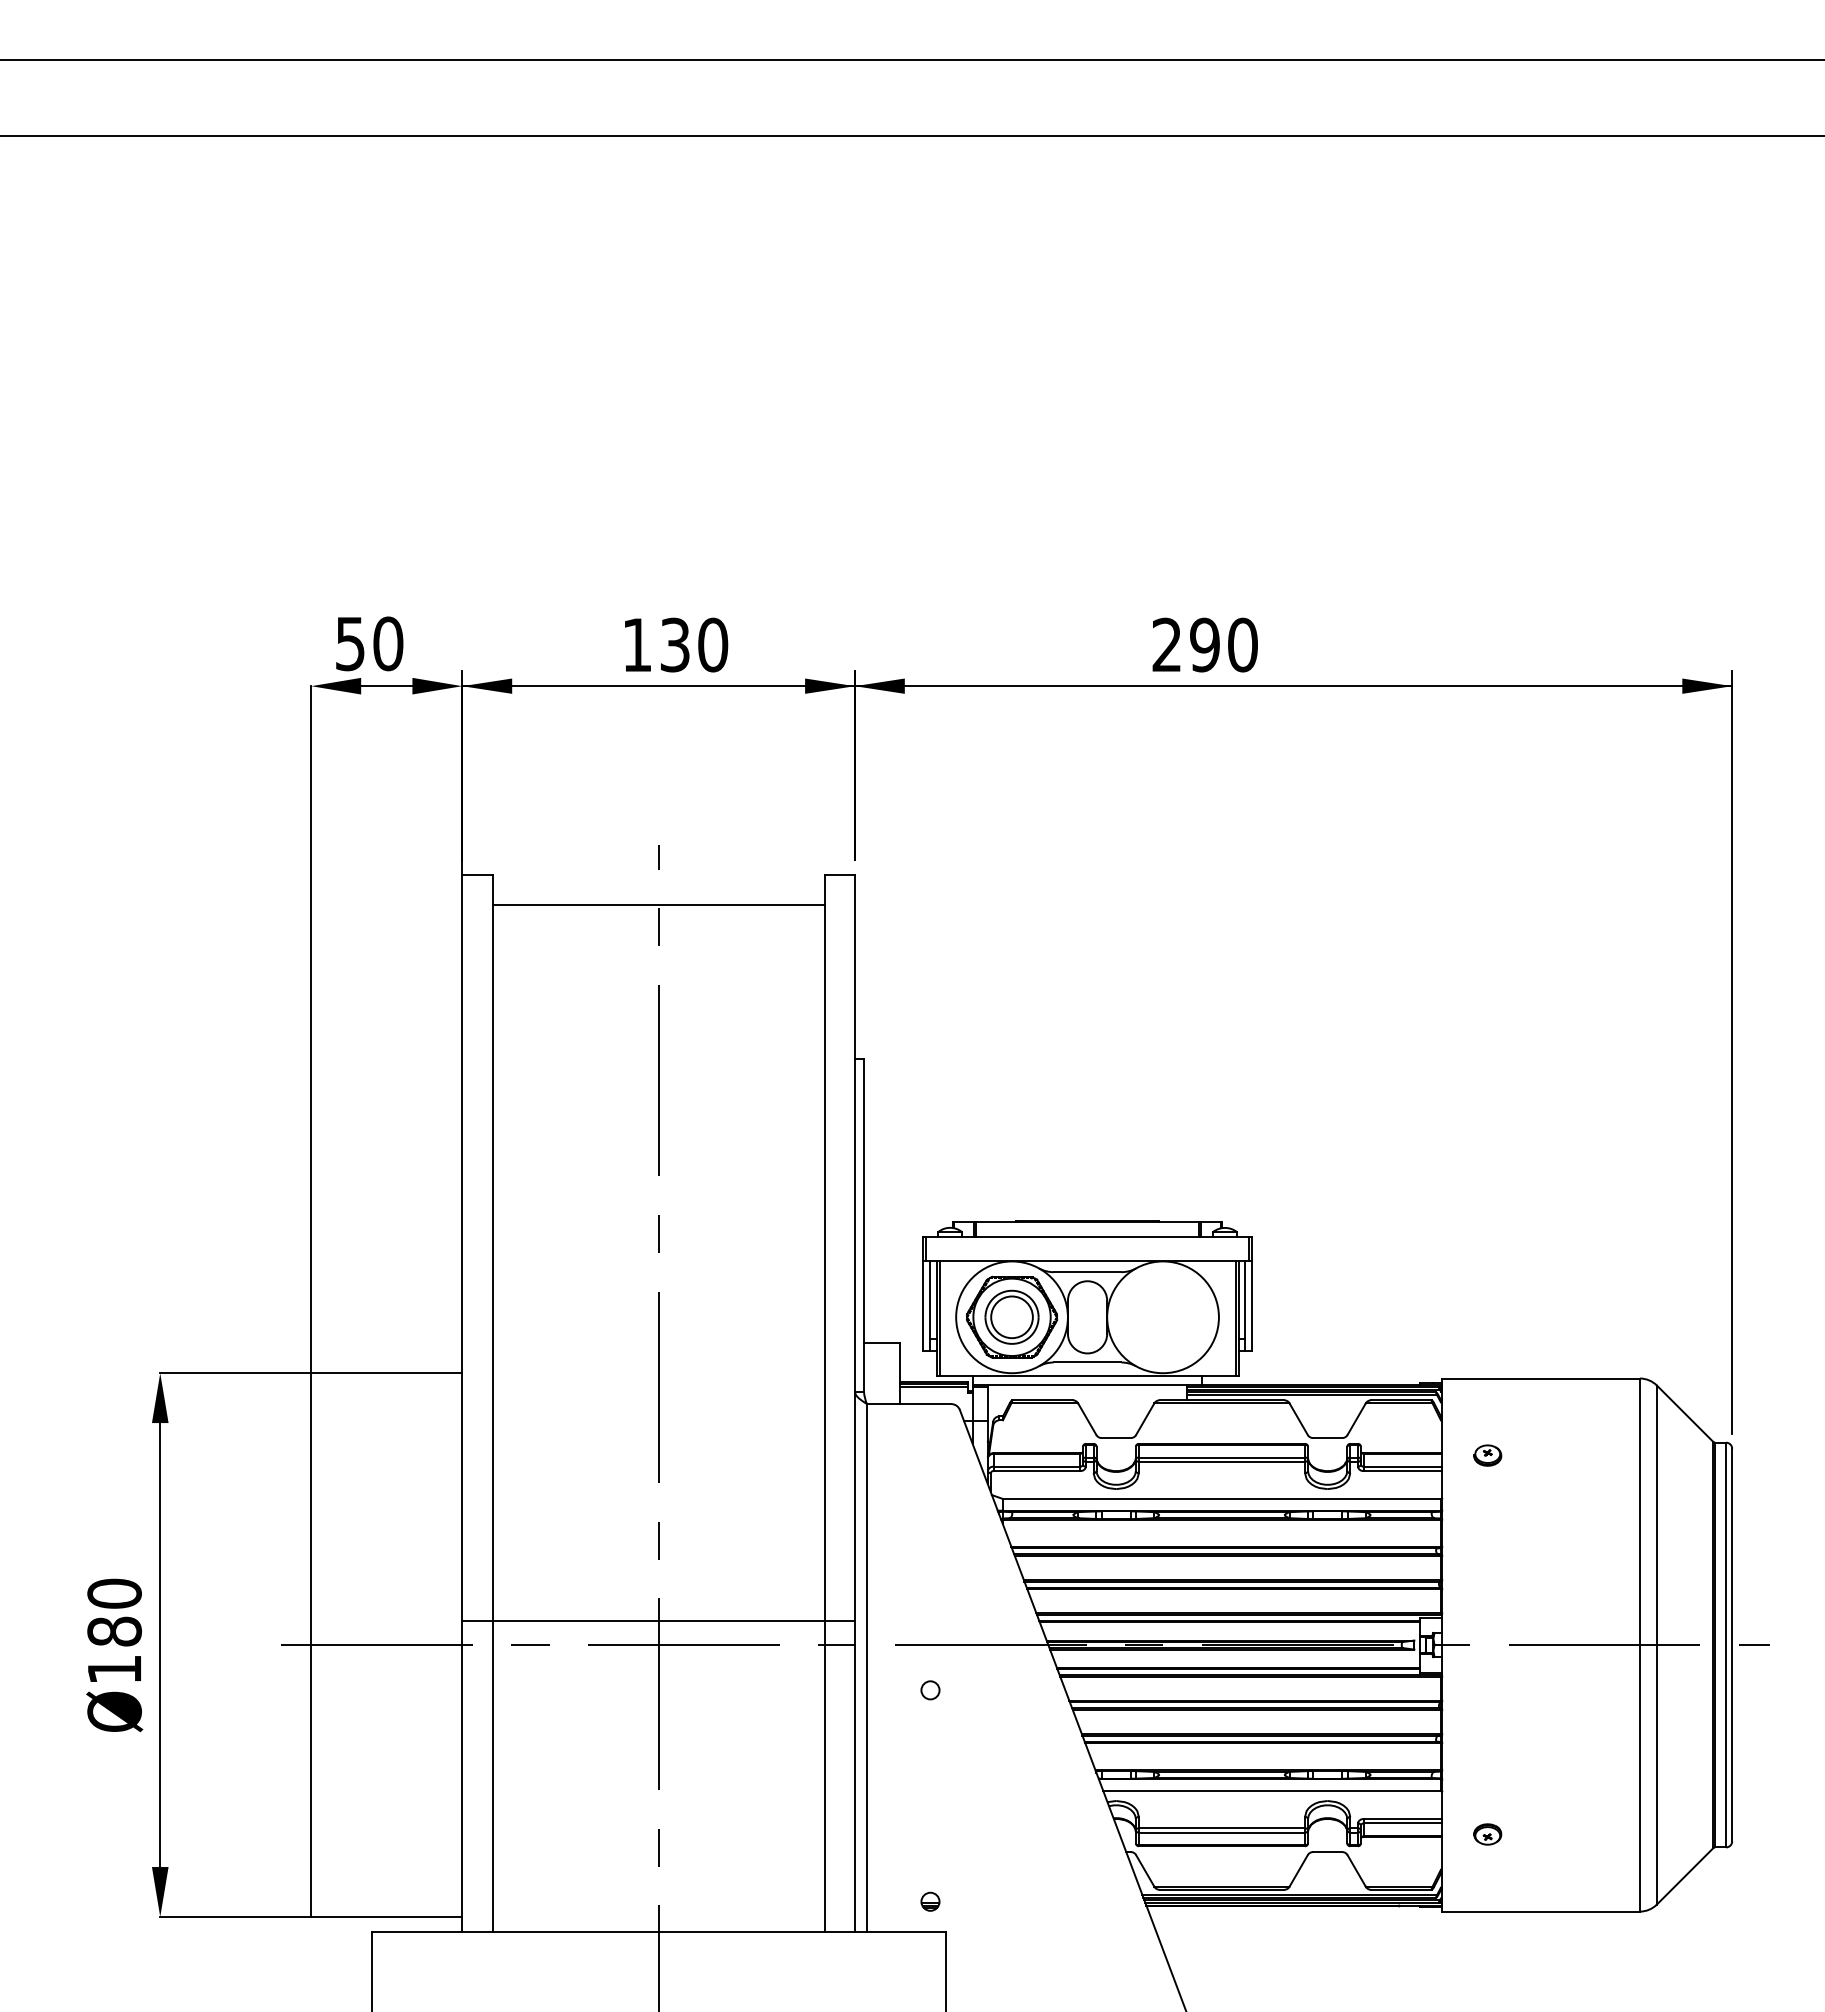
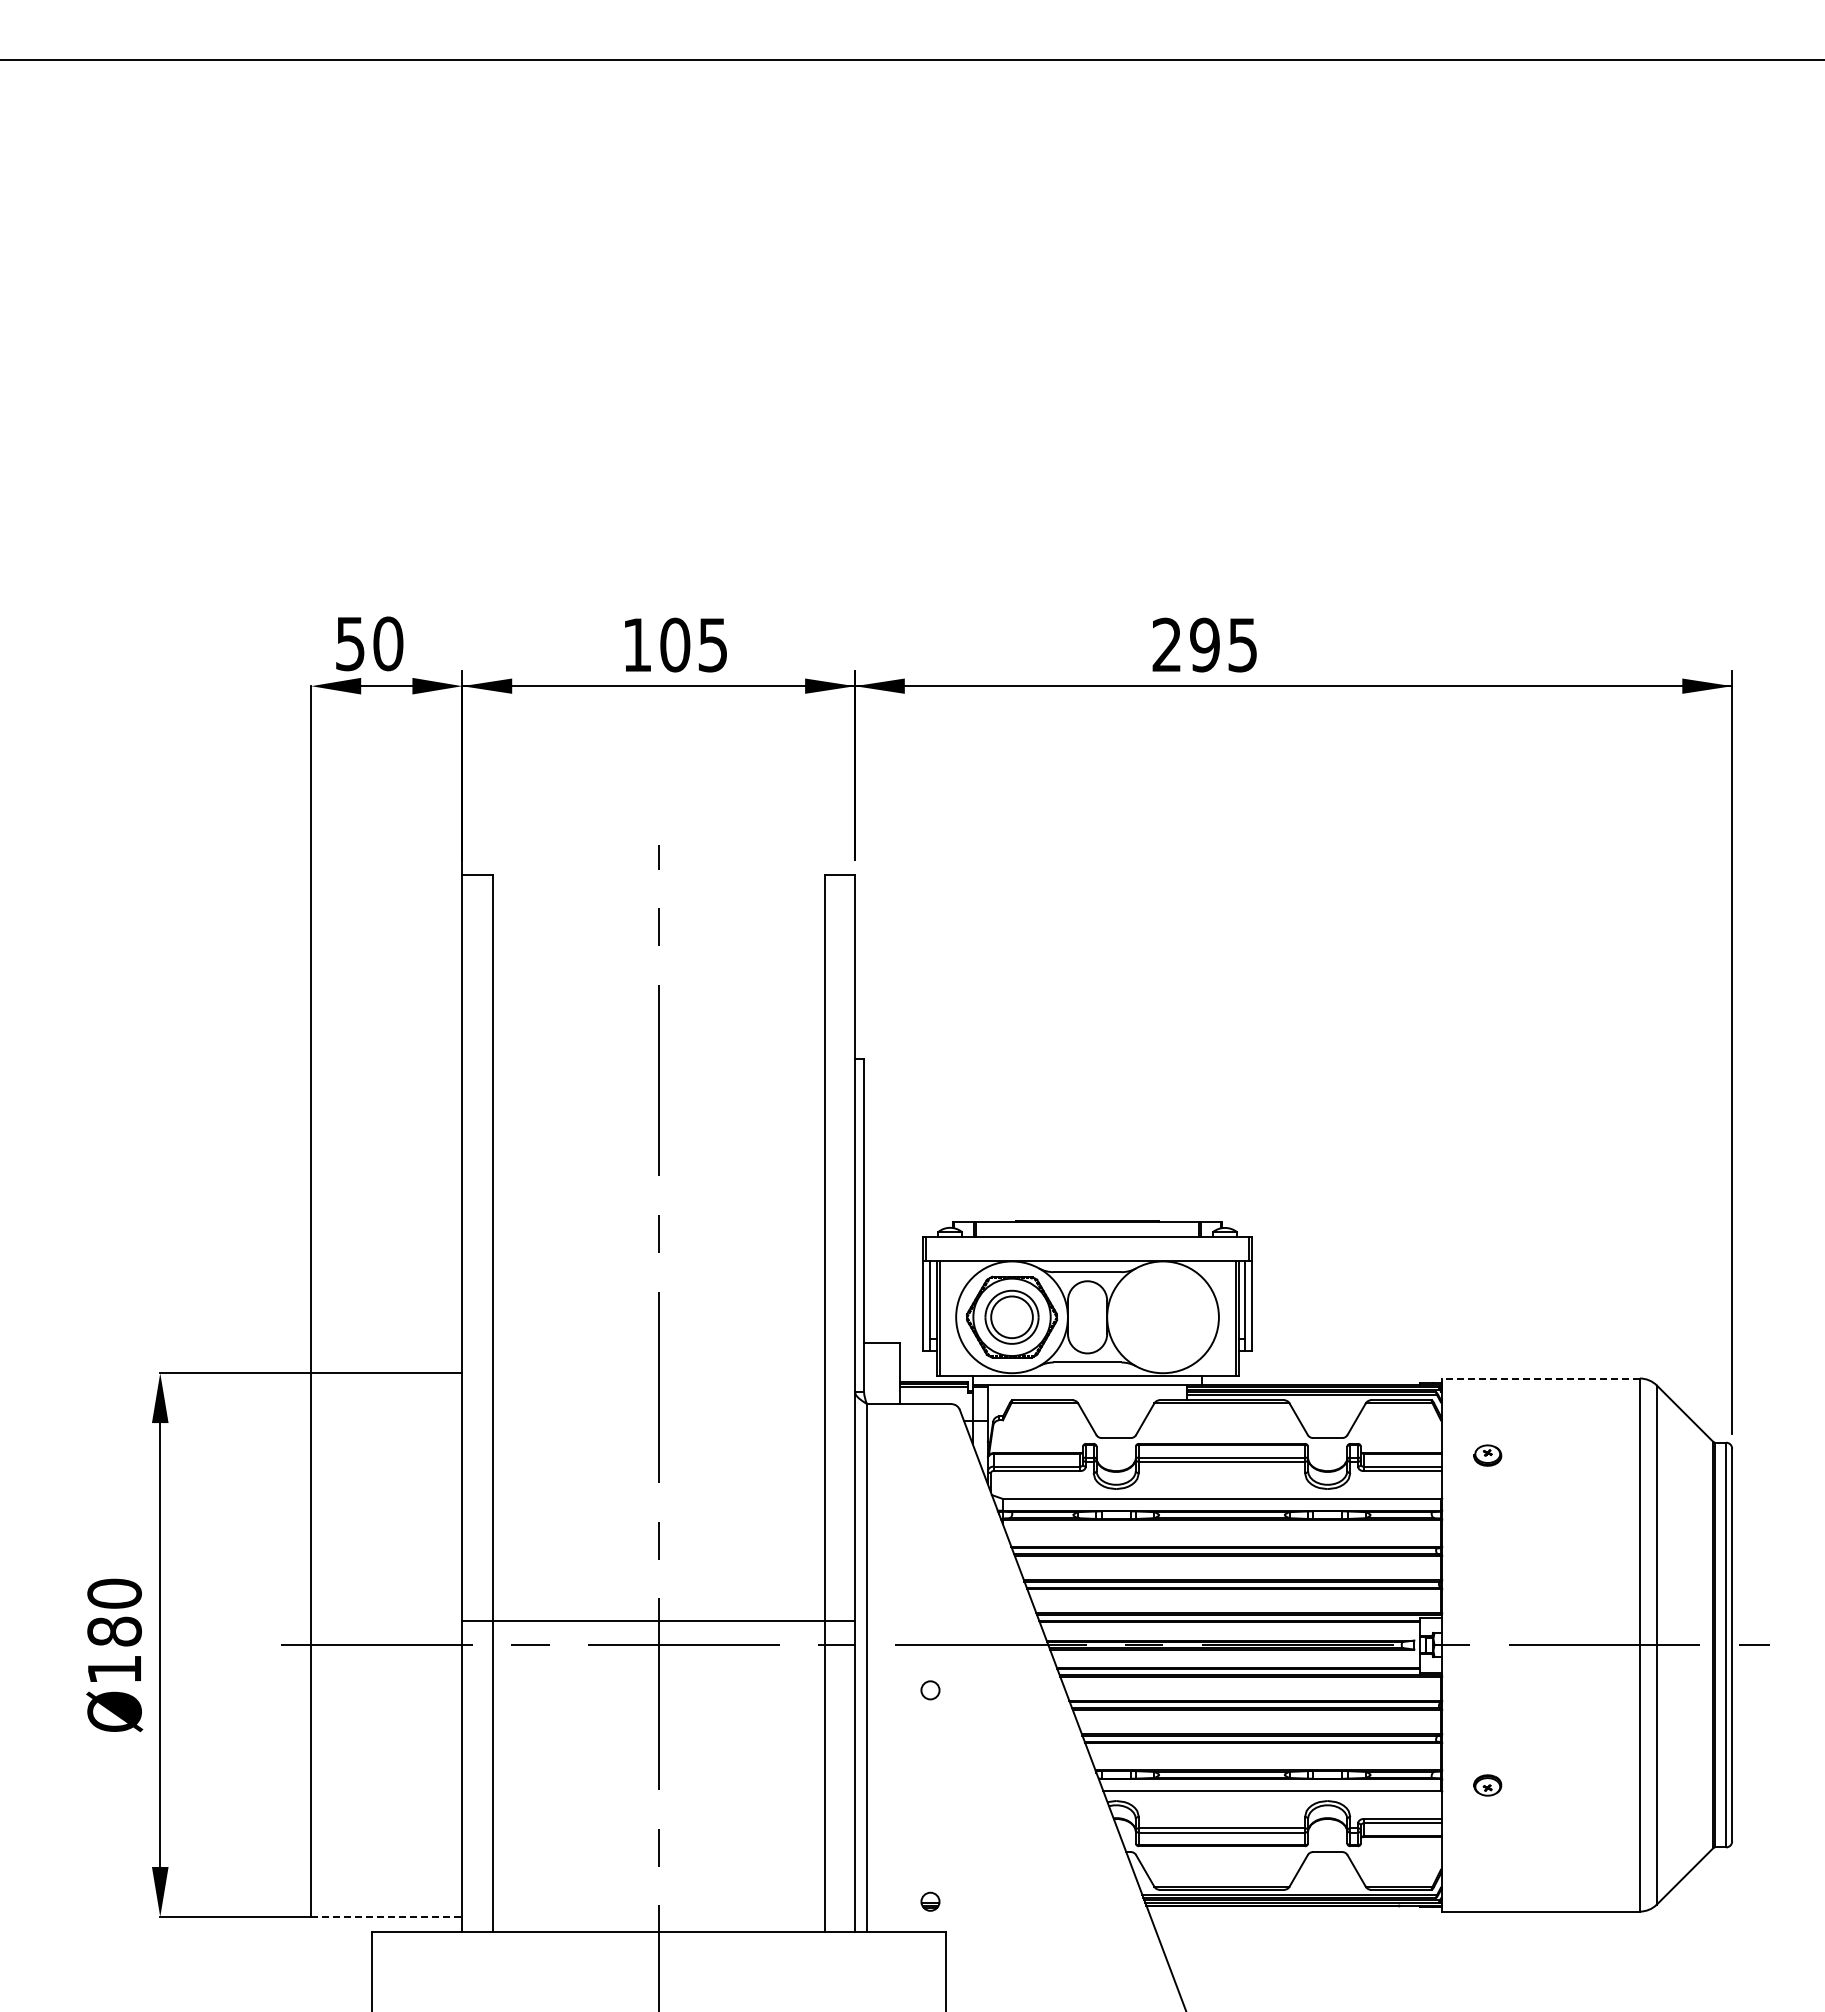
line at (911, 135): present -> none
text at (694, 644): 130 -> 105
text at (1242, 644): 290 -> 295
line at (658, 905): present -> none
line at (1541, 1378): solid -> dashed
part at (1487, 1834) position: (1487, 1834) -> (1487, 1785)
line at (386, 1916): solid -> dashed
